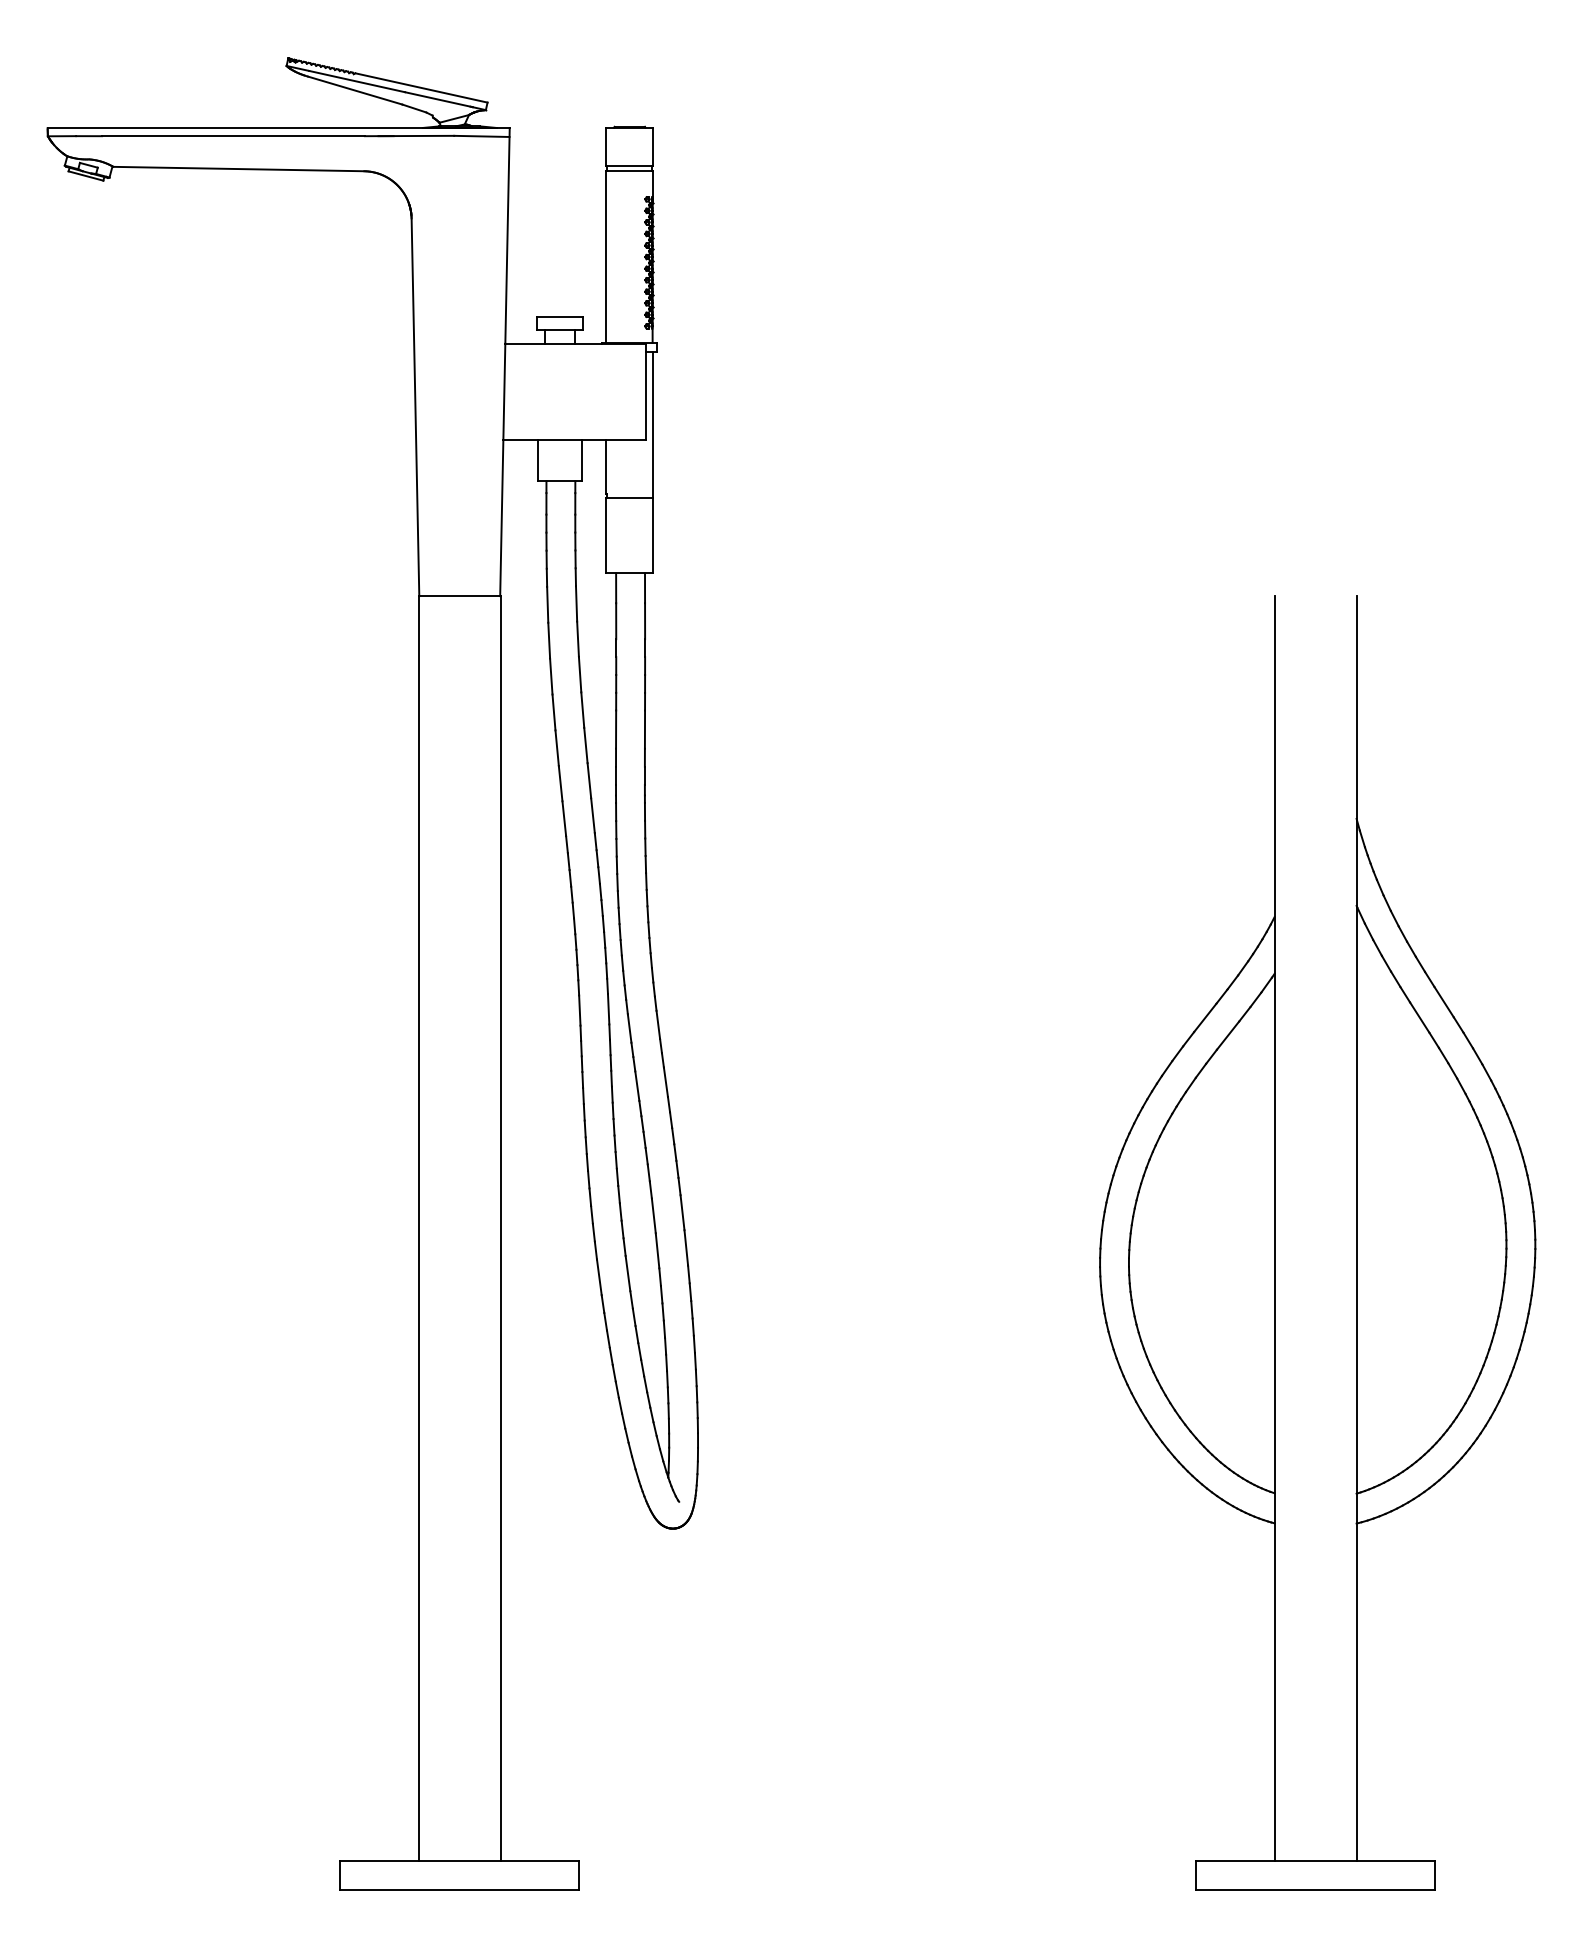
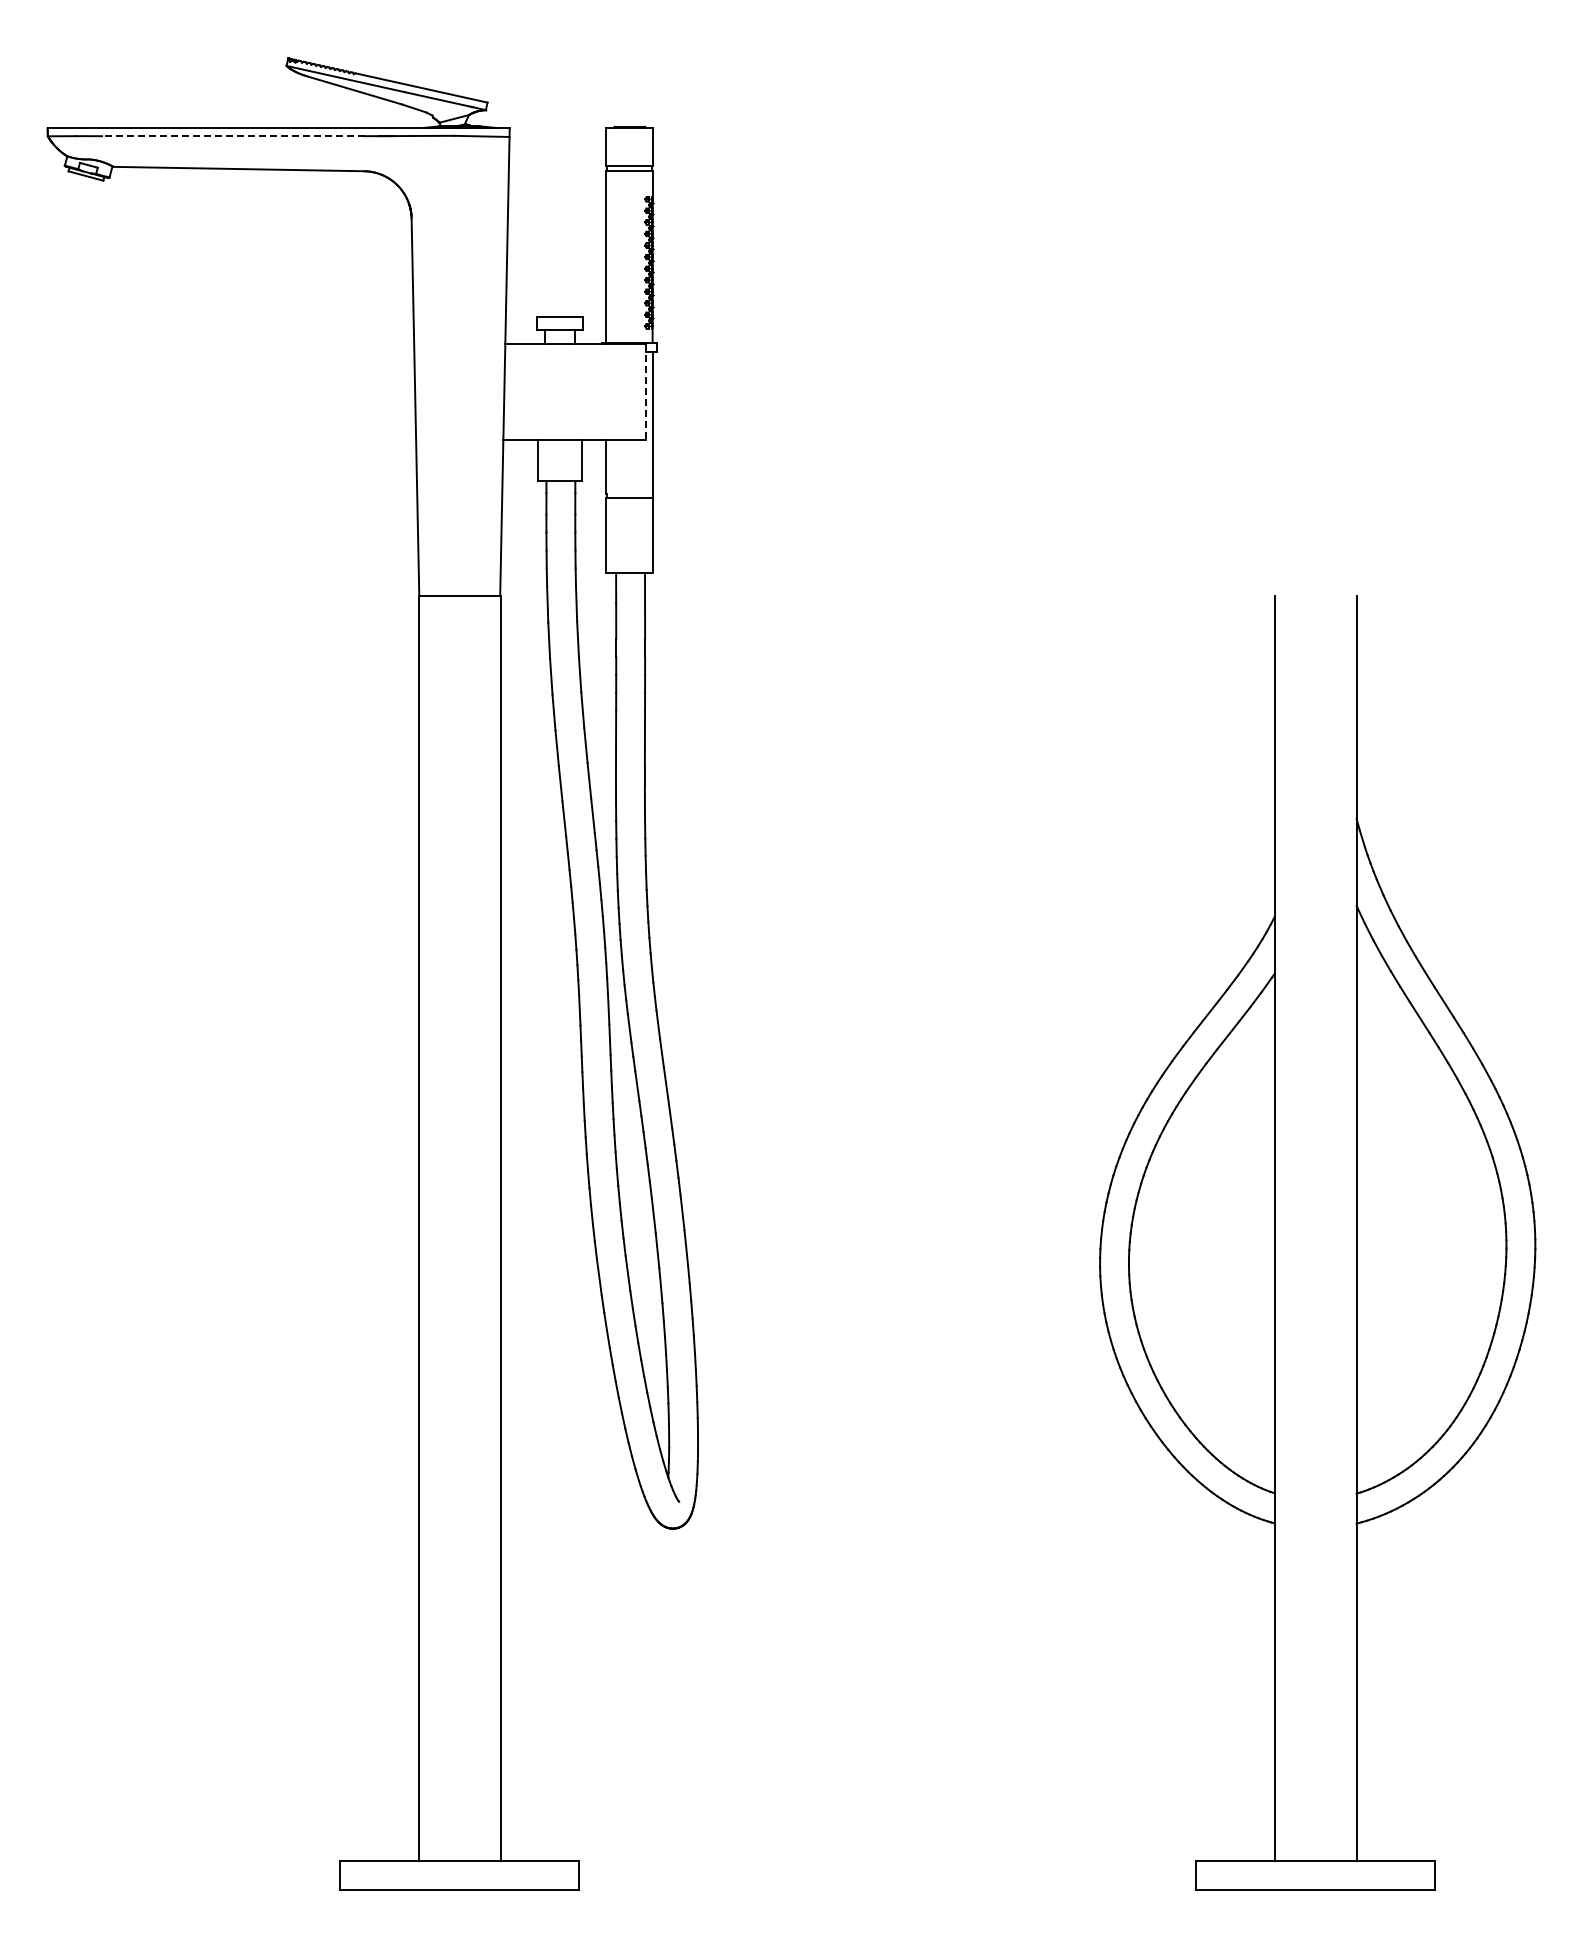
line at (233, 136): solid -> dashed
line at (646, 392): solid -> dashed
